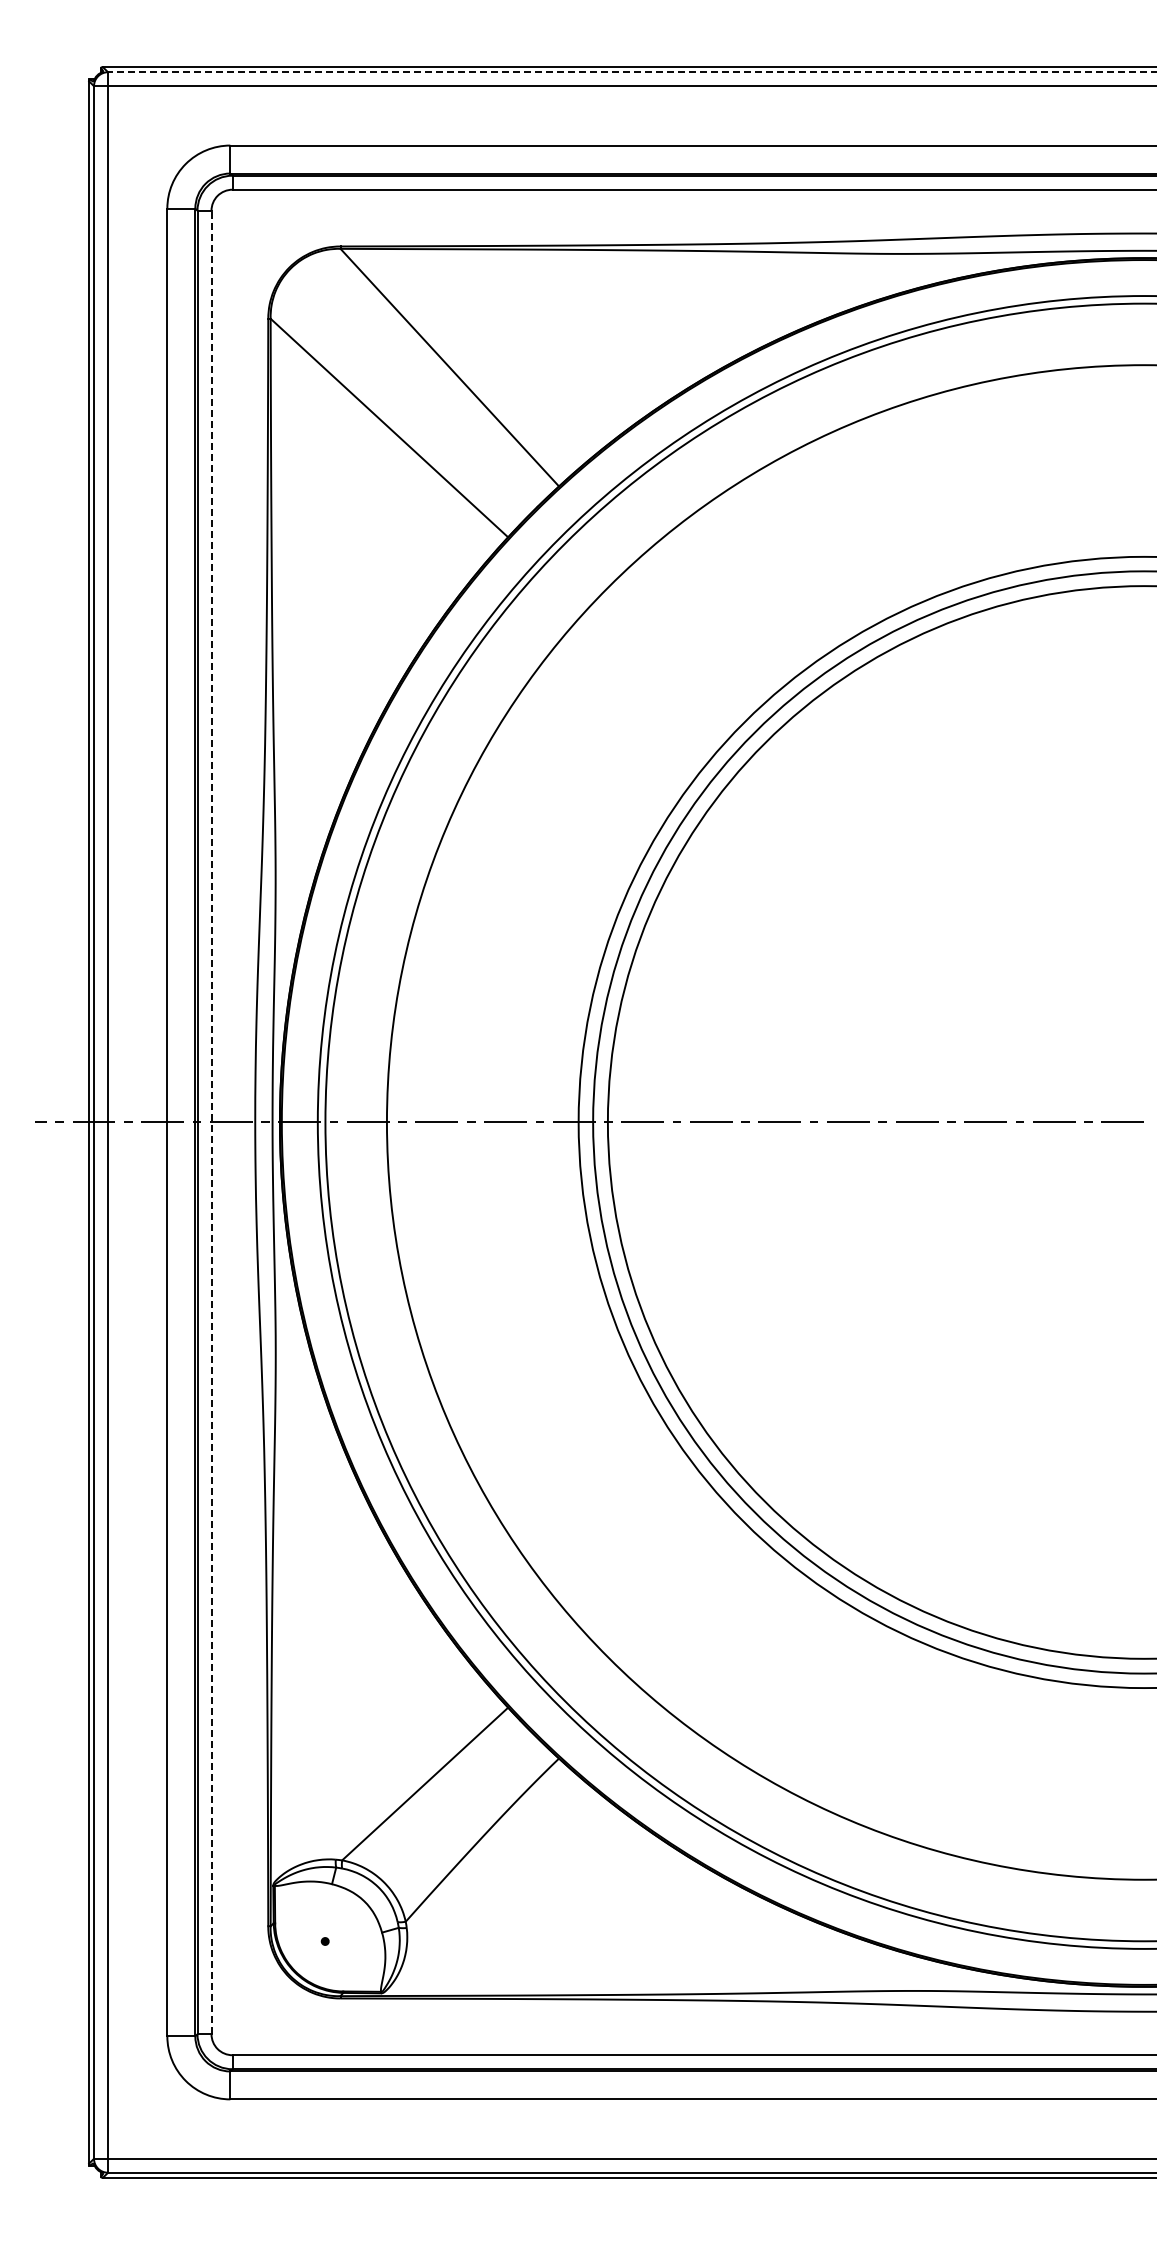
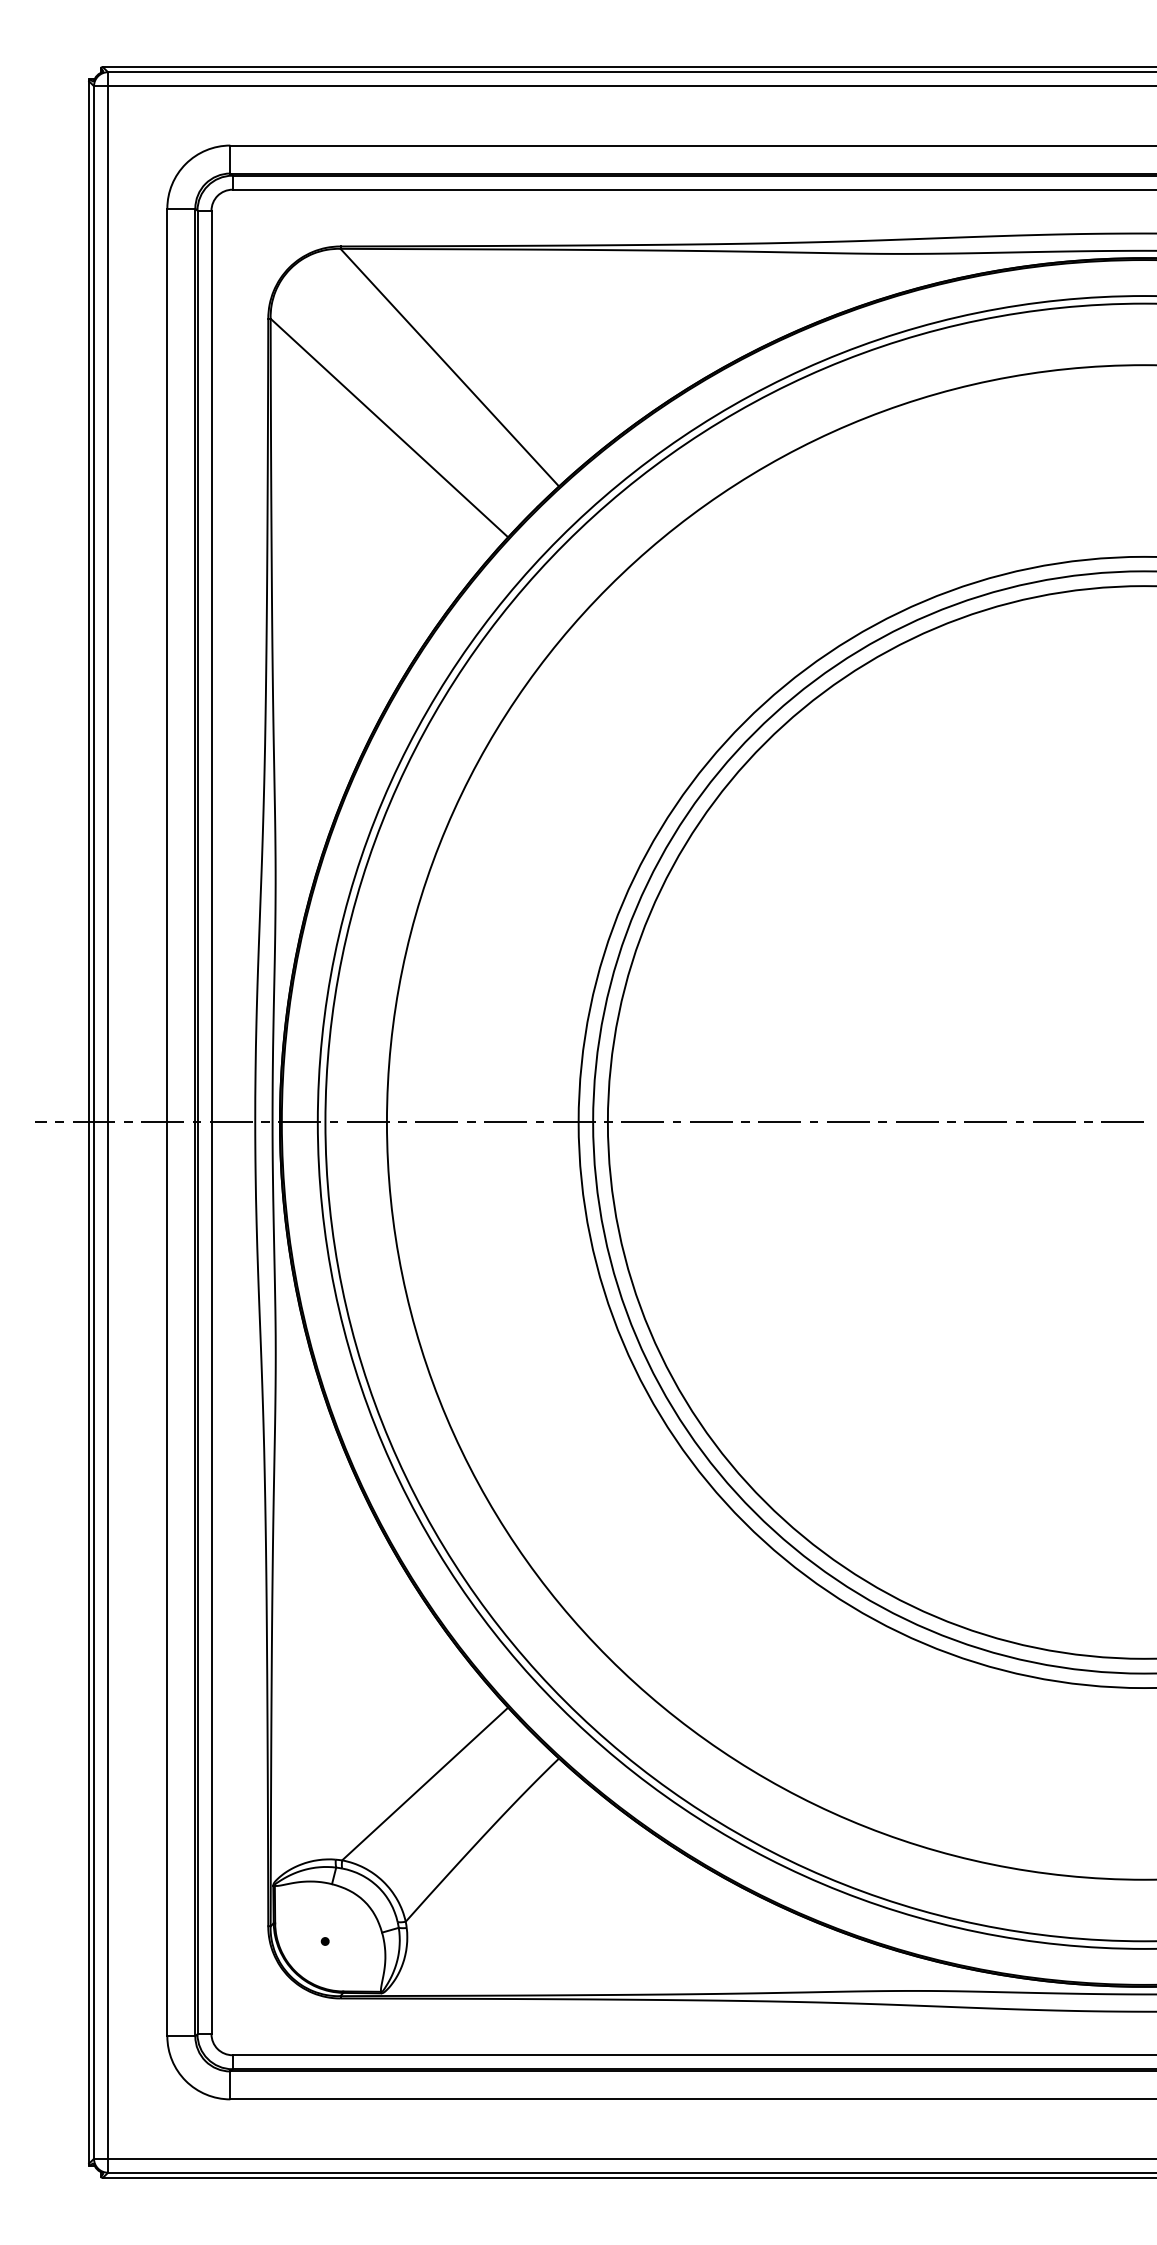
line at (631, 72): dashed -> solid
line at (211, 1122): dashed -> solid
